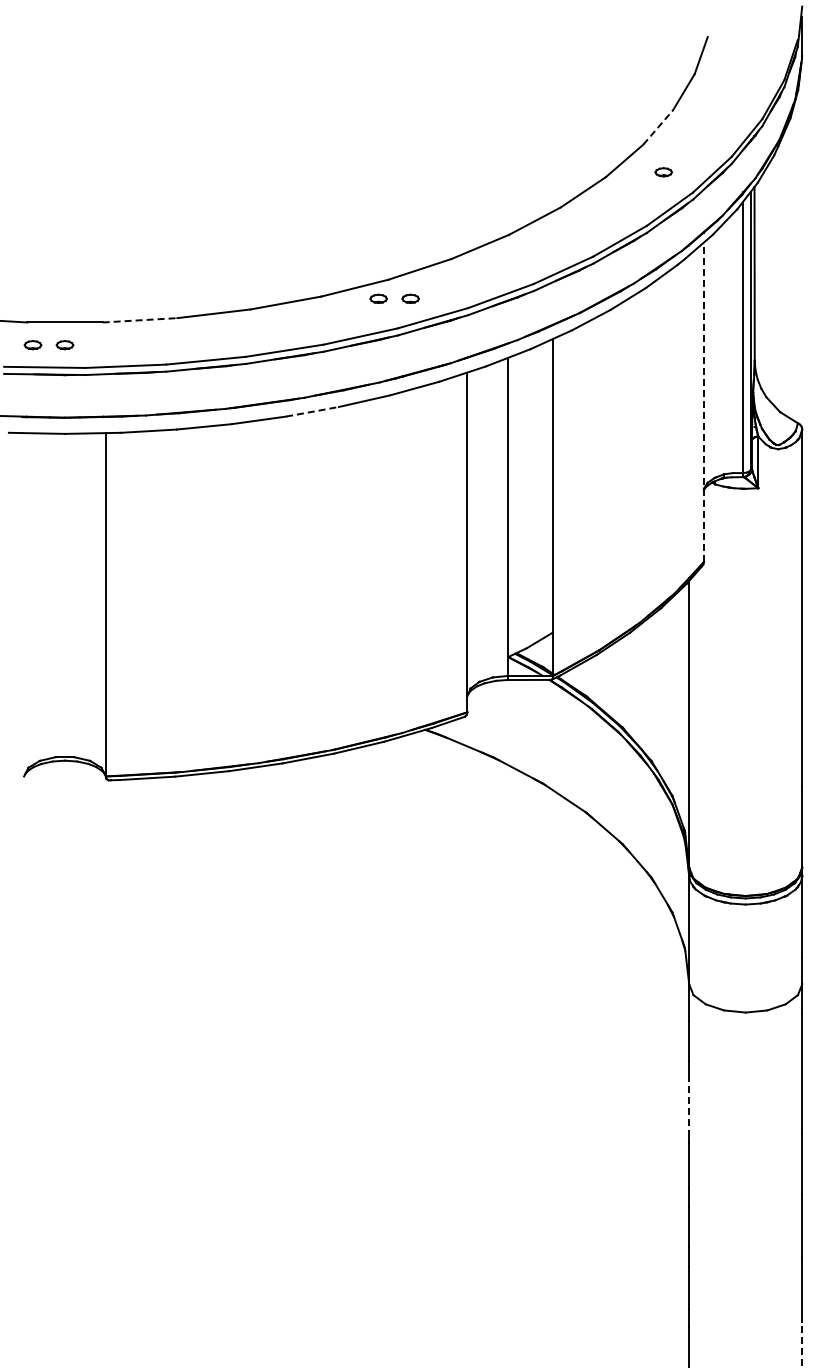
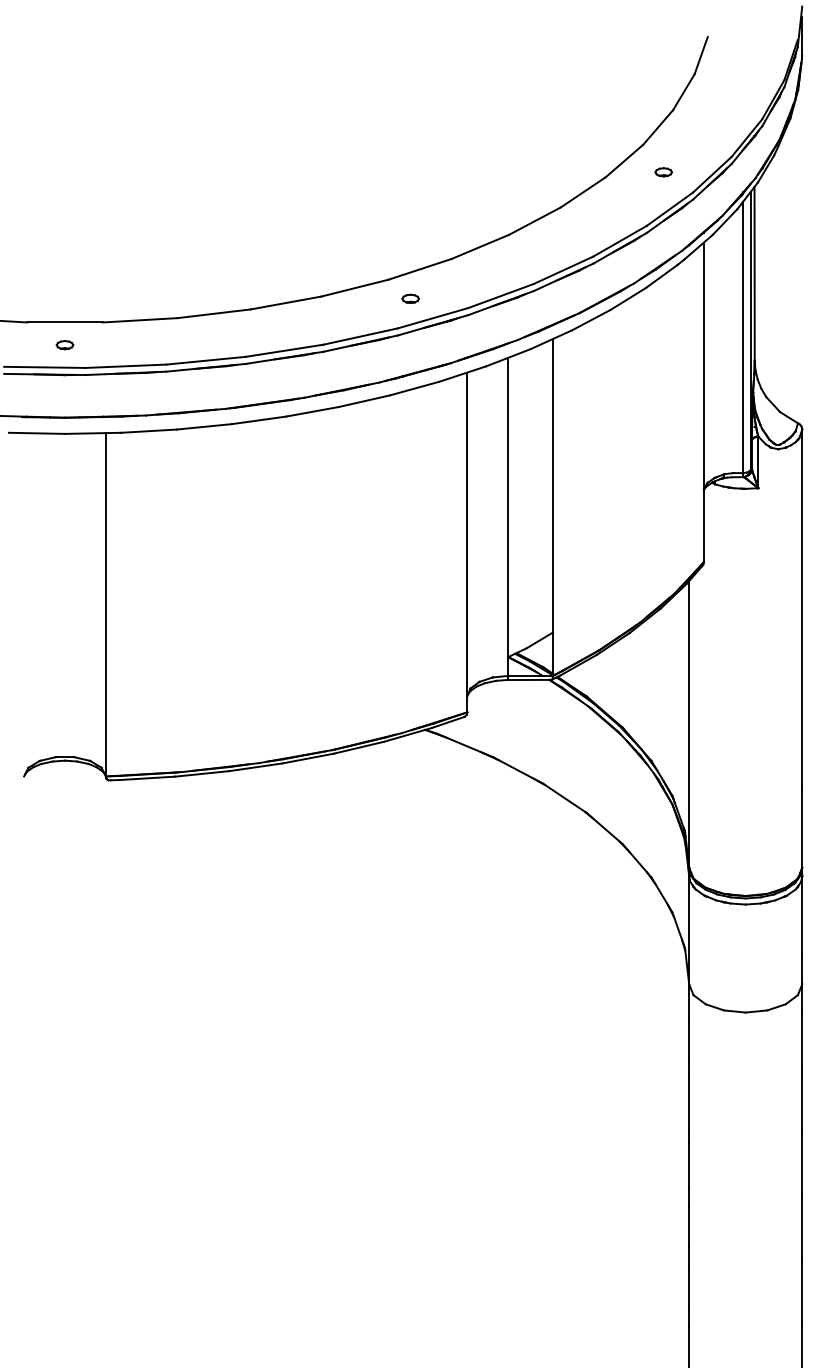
line at (658, 127): dashed -> solid
part at (378, 298): present -> none
line at (140, 320): dashed -> solid
part at (32, 345): present -> none
line at (703, 402): dashed -> solid
line at (312, 411): dashed -> solid
line at (689, 1102): dashed -> solid
line at (802, 1345): dashed -> solid
